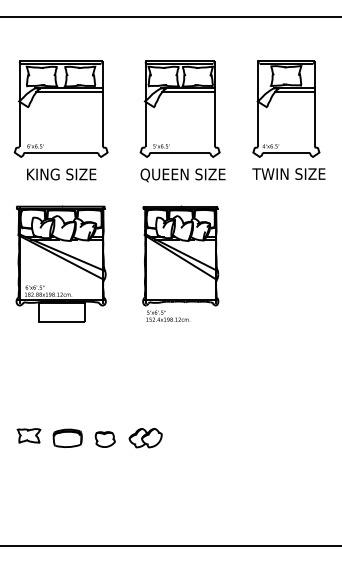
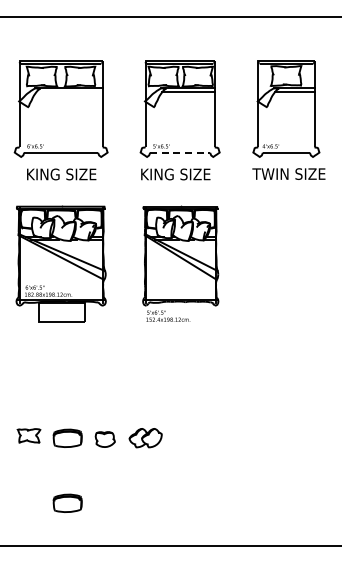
line at (69, 92): present -> none
line at (180, 152): solid -> dashed
text at (182, 175): QUEEN SIZE -> KING SIZE
part at (67, 502): none -> present
